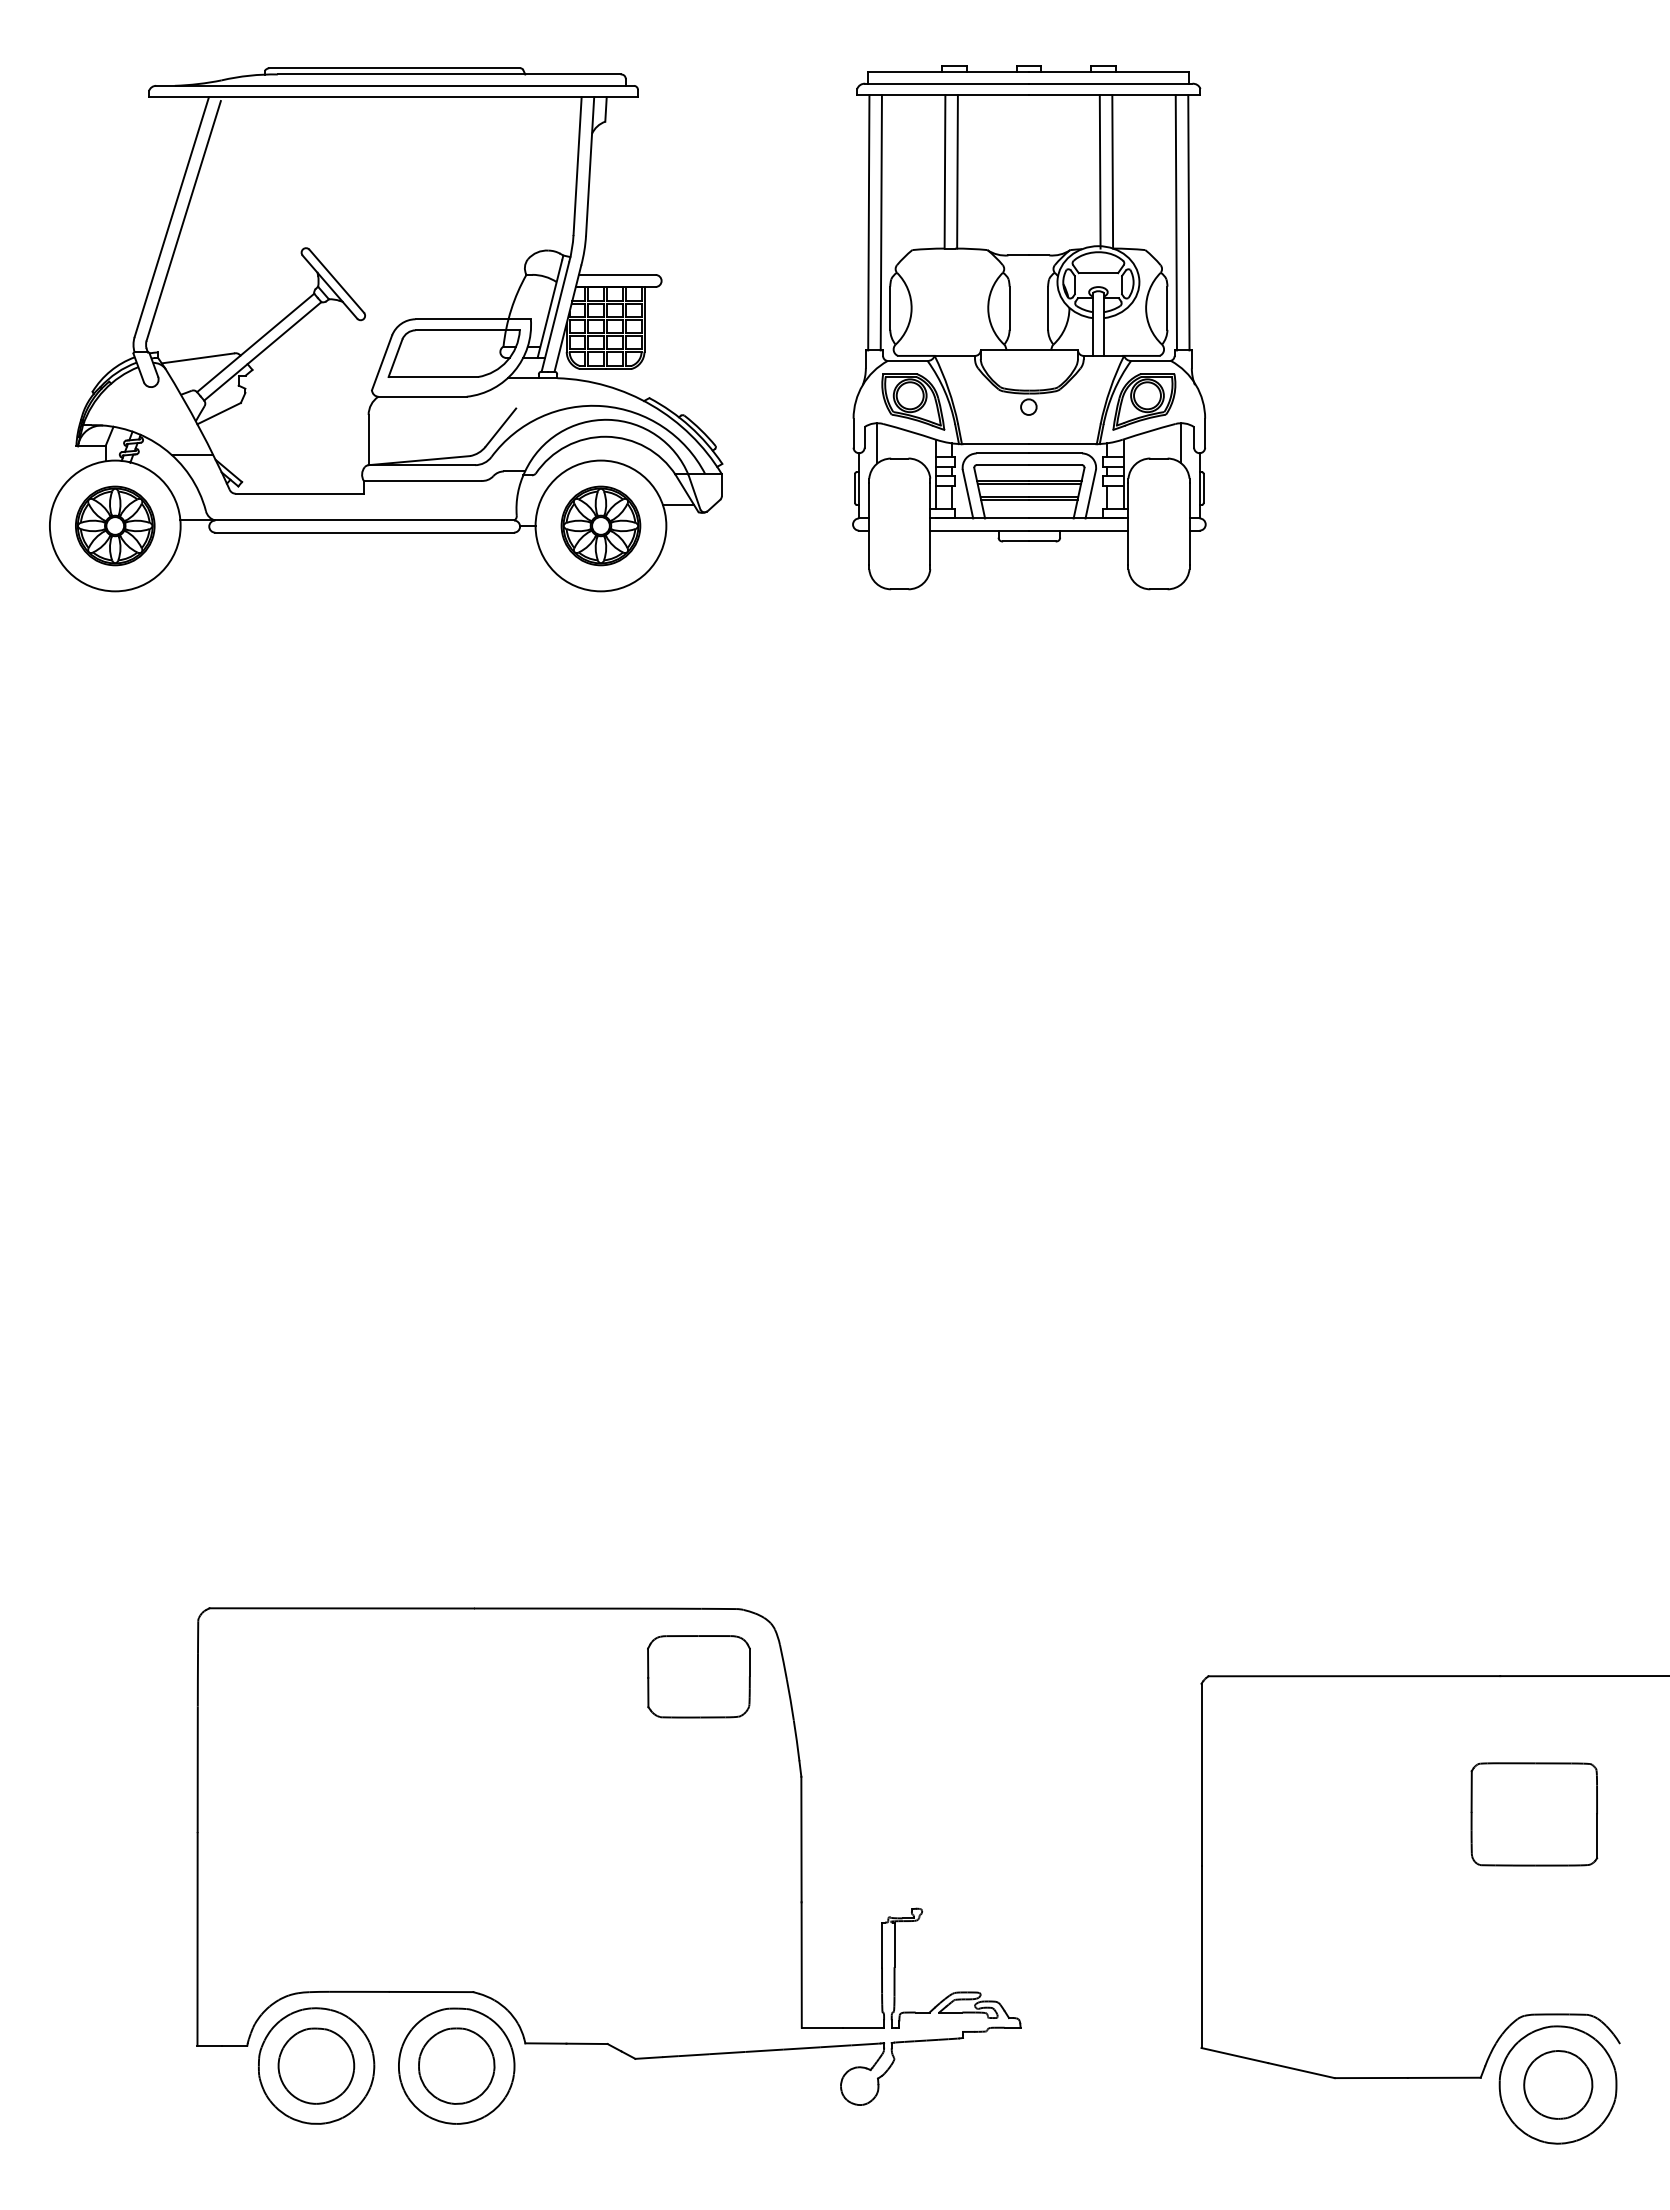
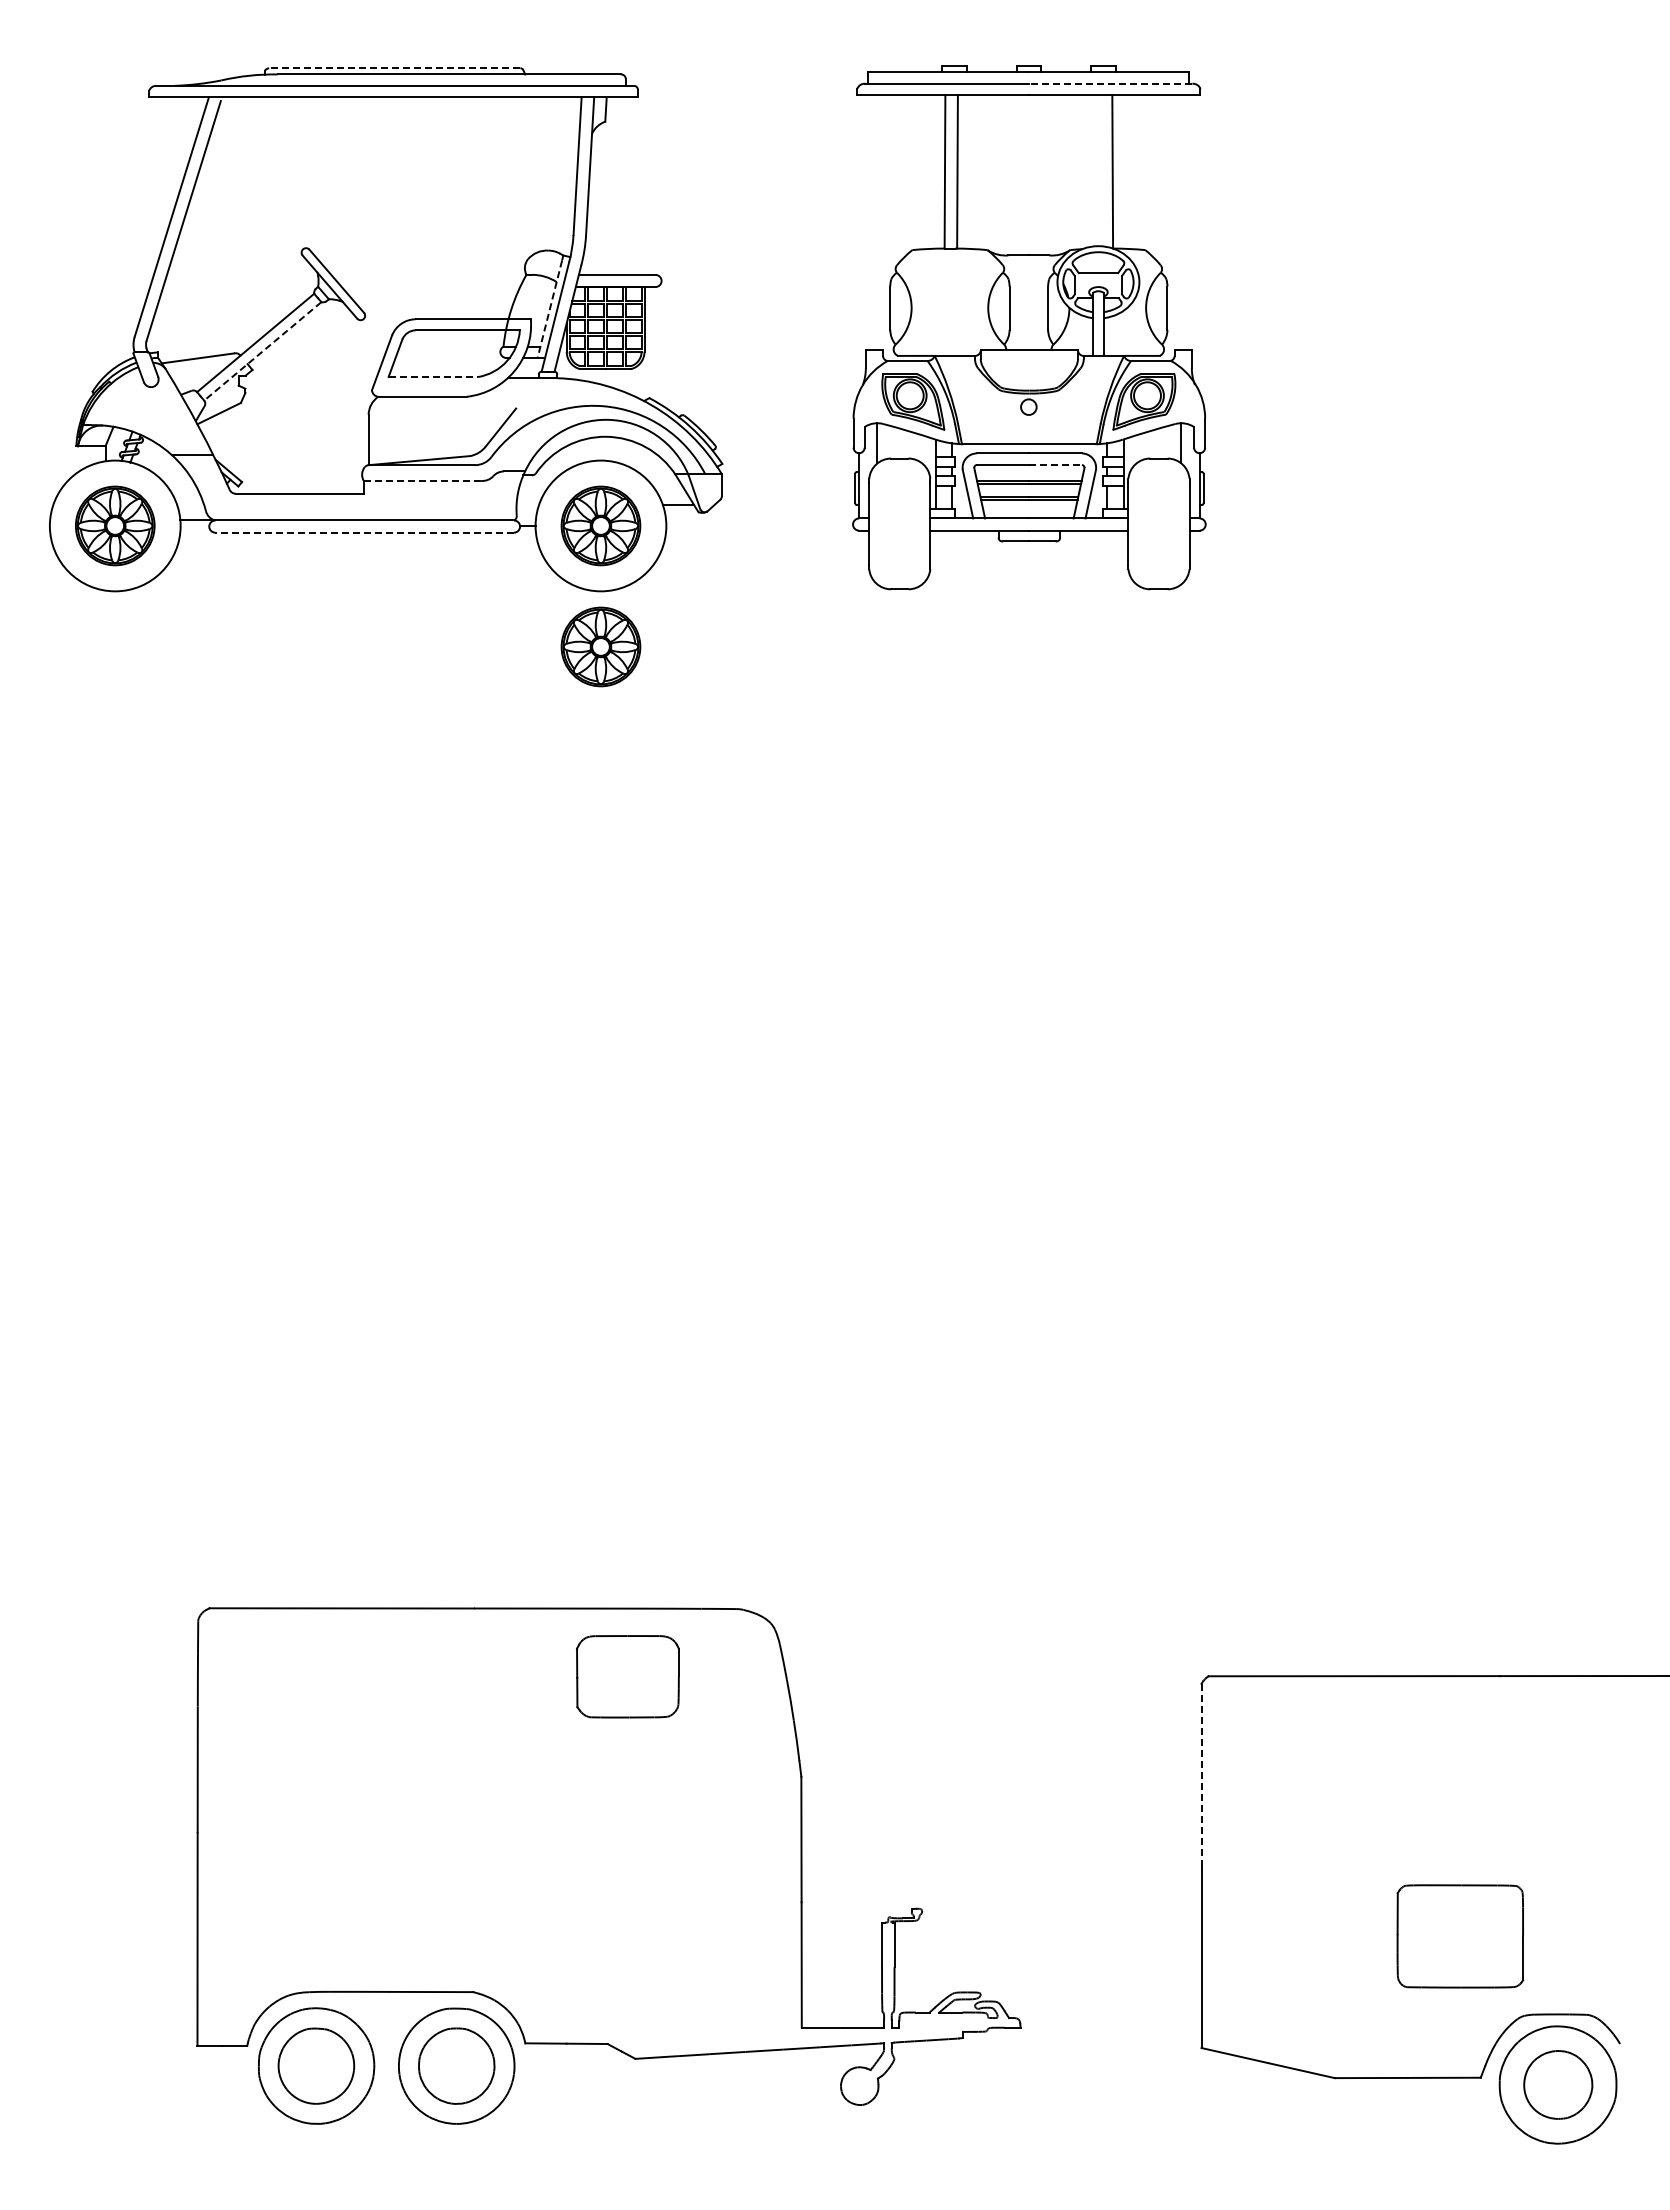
line at (394, 68): solid -> dashed
line at (1110, 83): solid -> dashed
line at (1099, 171): present -> none
line at (868, 222): present -> none
line at (880, 222): present -> none
line at (1175, 222): present -> none
line at (1188, 222): present -> none
line at (549, 309): solid -> dashed
line at (262, 351): solid -> dashed
line at (433, 377): solid -> dashed
line at (1056, 465): solid -> dashed
line at (422, 480): solid -> dashed
line at (364, 532): solid -> dashed
part at (600, 646): none -> present
part at (698, 1676) position: (698, 1676) -> (627, 1676)
line at (1201, 1775): solid -> dashed
part at (1534, 1814) position: (1534, 1814) -> (1460, 1936)
